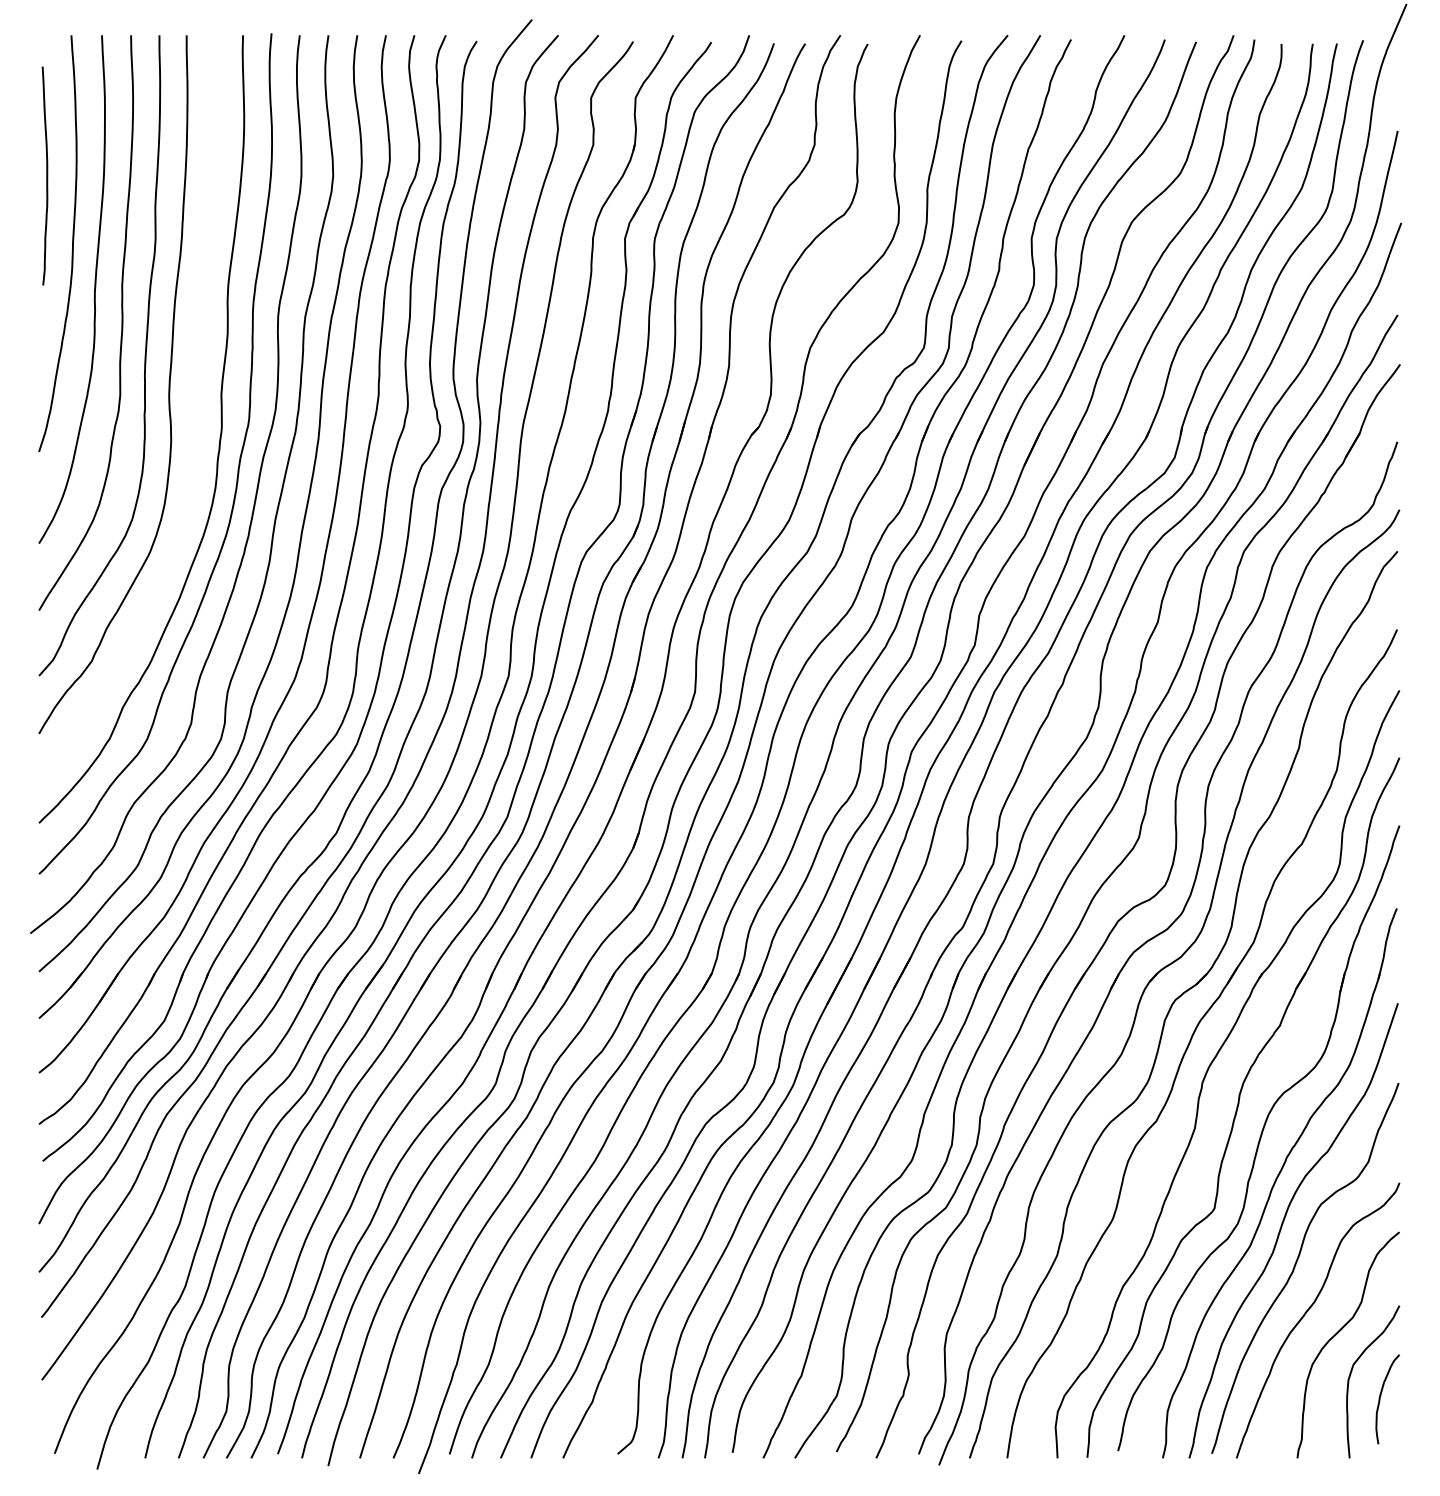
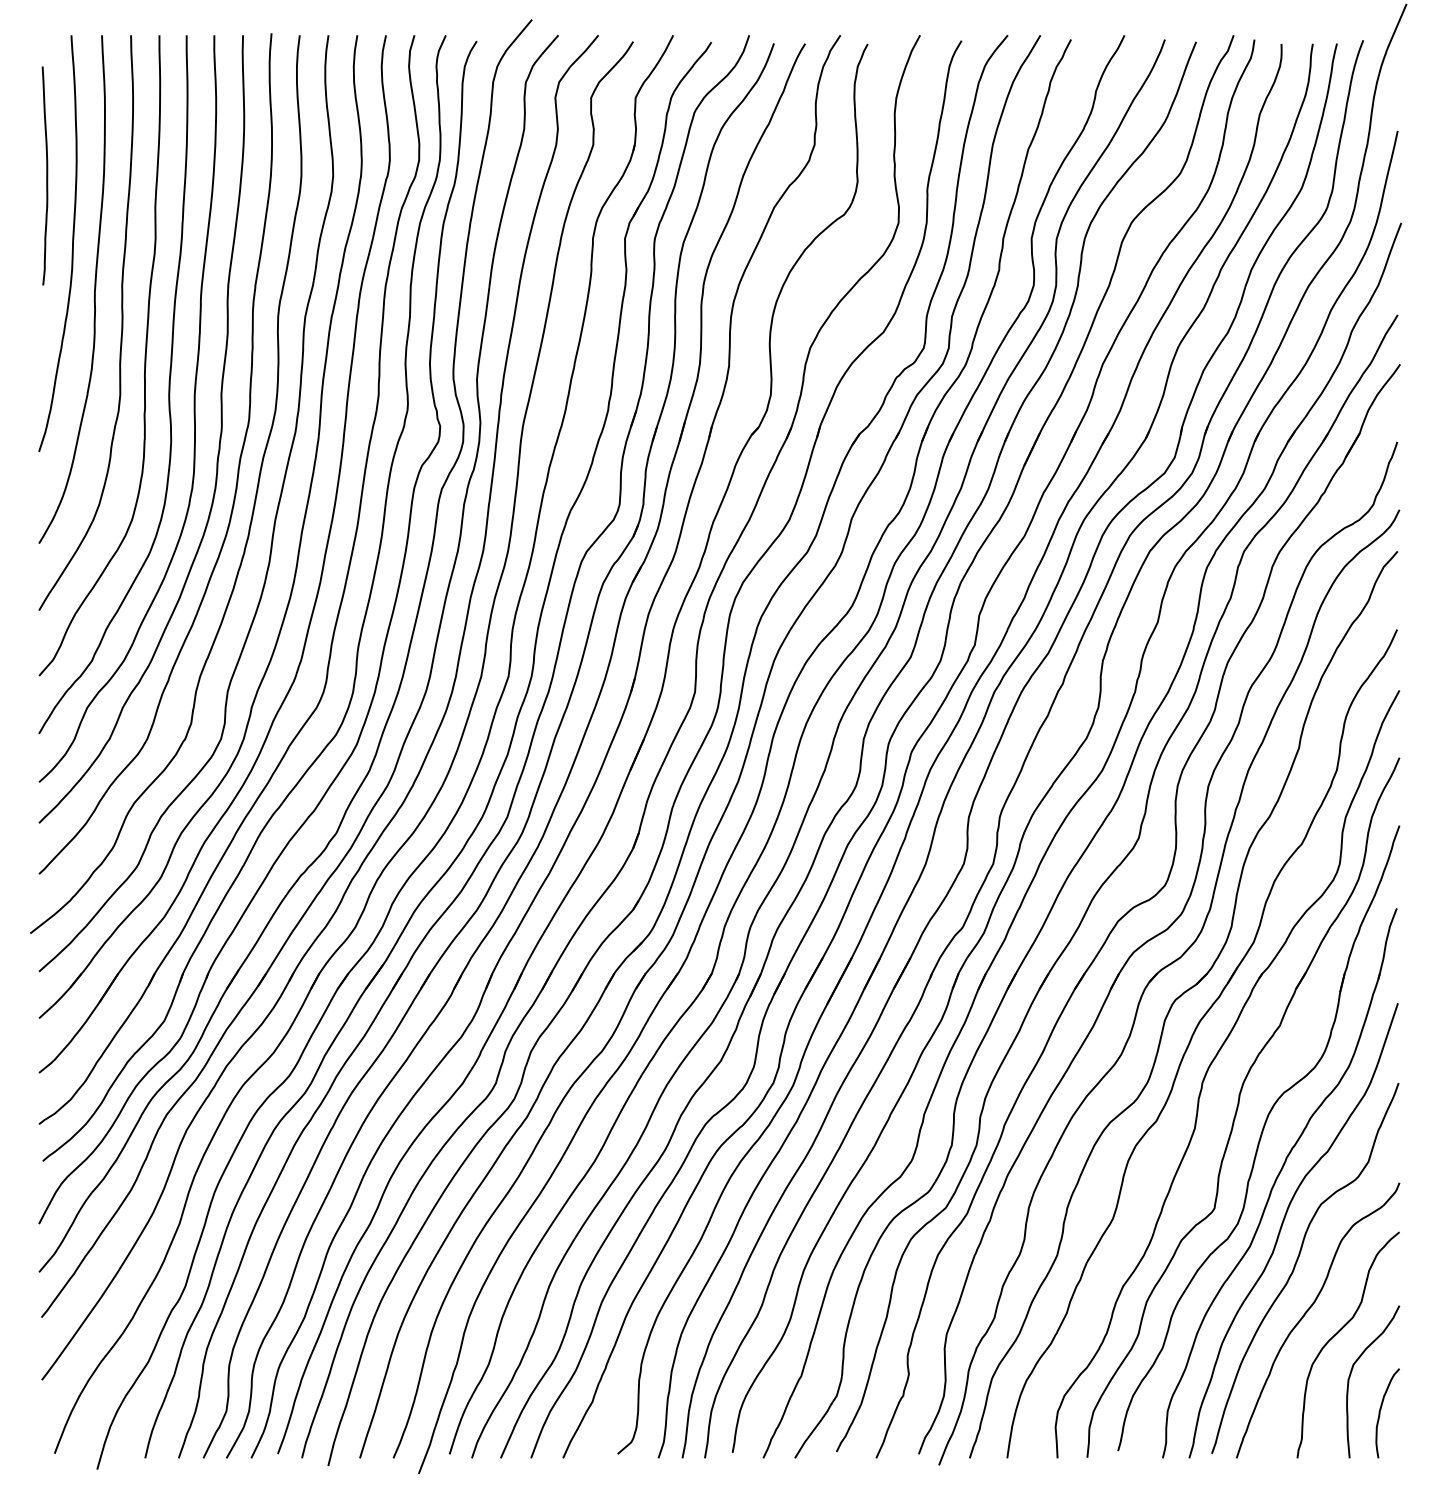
curve at (193, 408): none -> present
curve at (1380, 1399) position: (1380, 1399) -> (1380, 1413)
